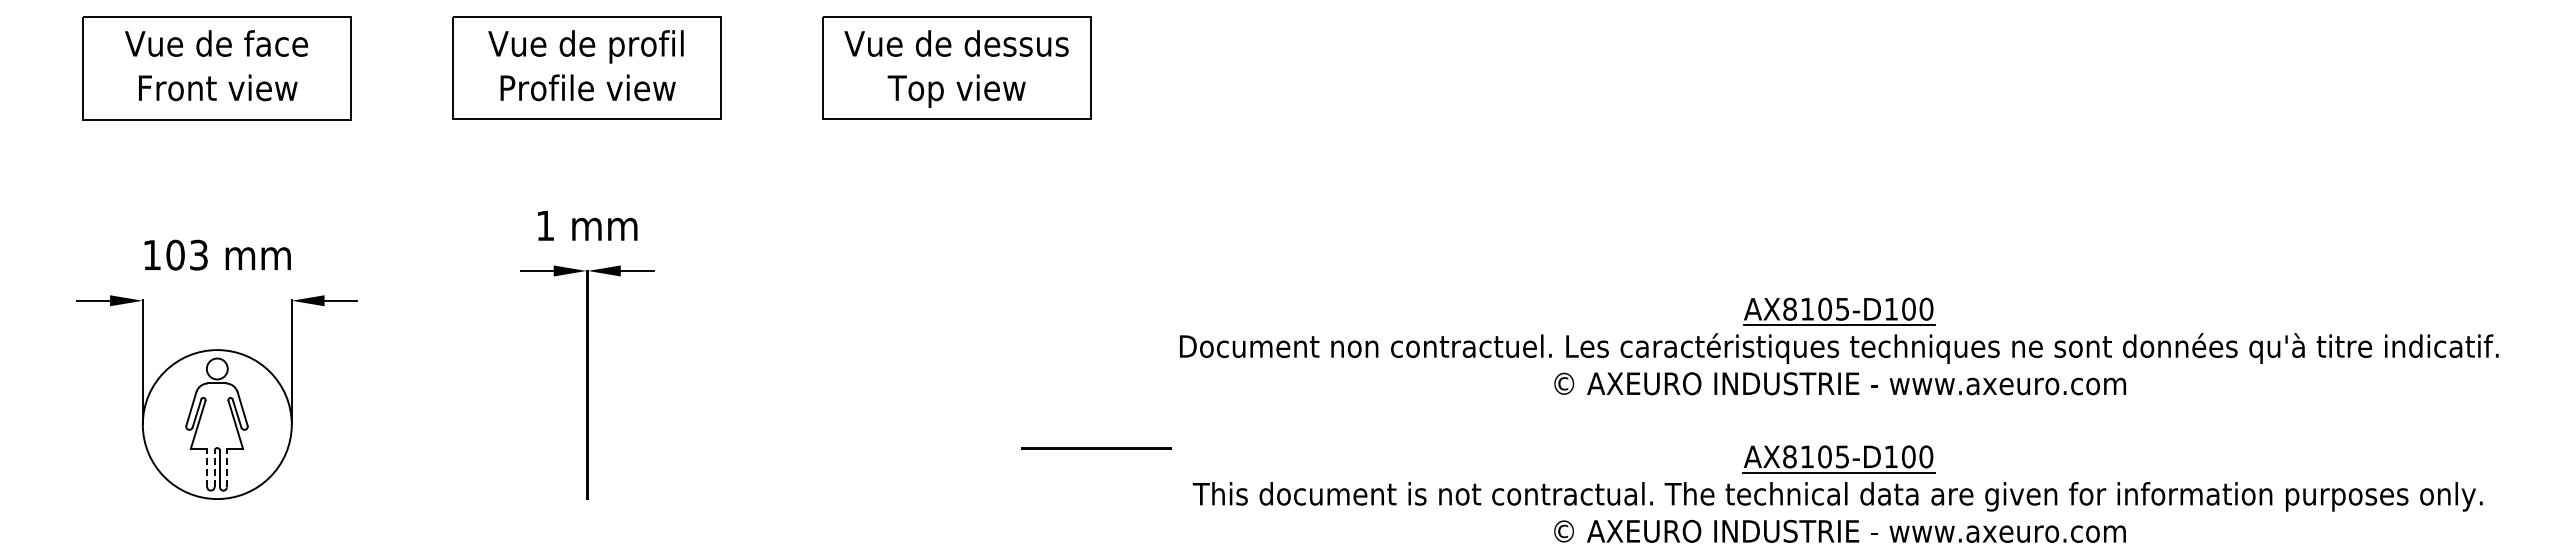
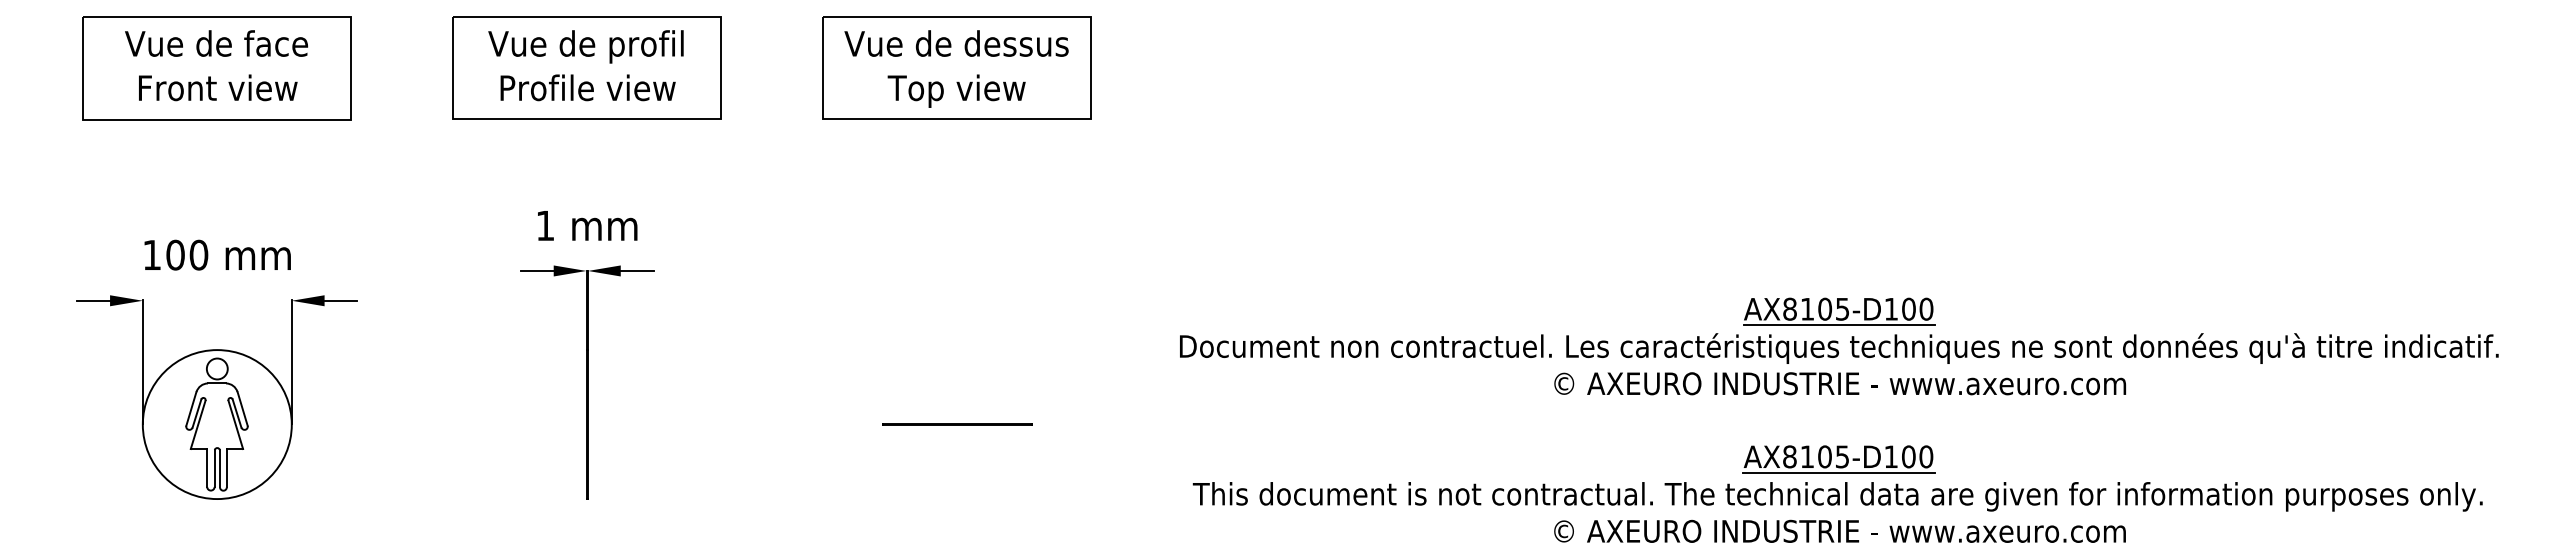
text at (198, 254): 103 -> 100
line at (1096, 448) position: (1096, 448) -> (957, 424)
line at (226, 467): dashed -> solid
line at (207, 468): dashed -> solid
line at (214, 468): dashed -> solid
